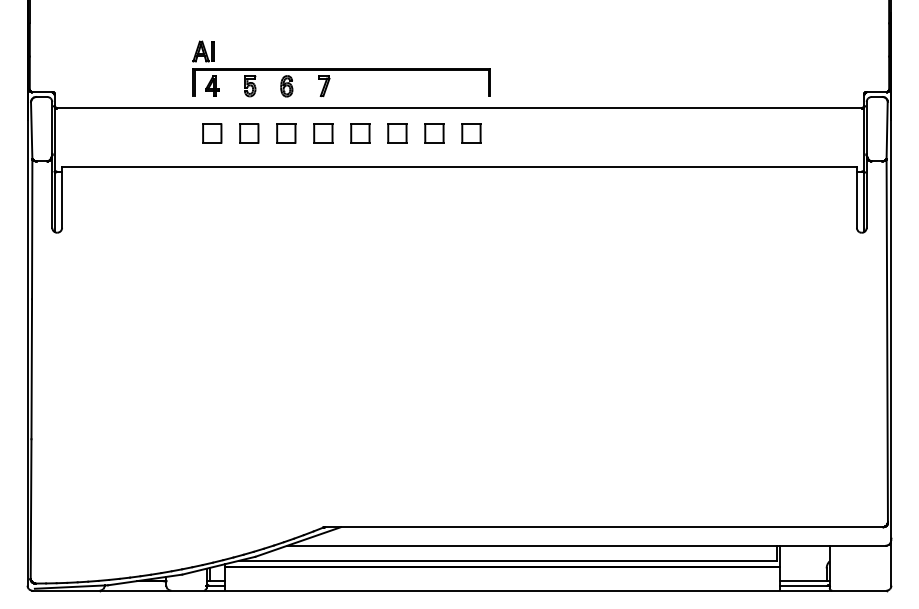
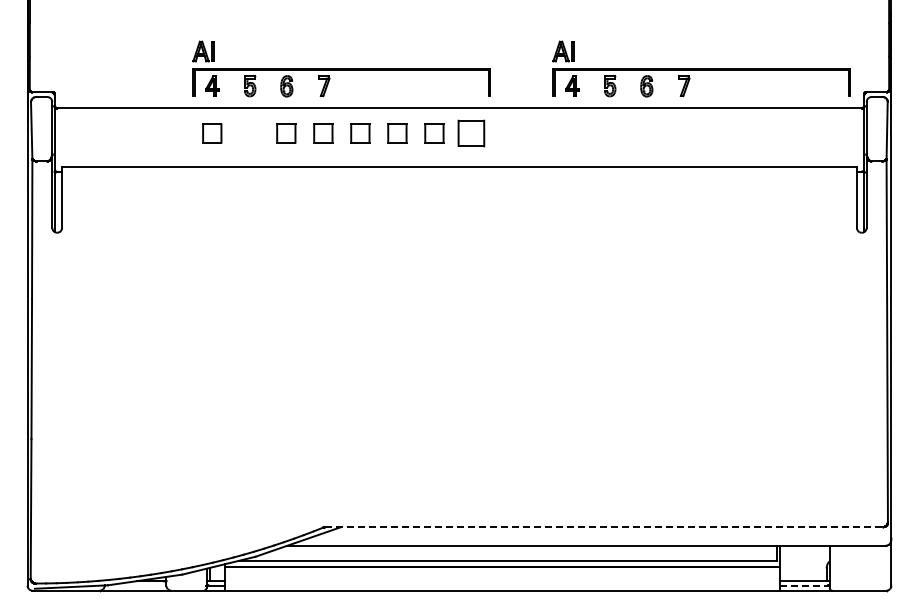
part at (701, 68): none -> present
part at (249, 133): present -> none
part at (471, 133) size: 21x21 px -> 29x29 px
line at (604, 527): solid -> dashed
line at (803, 585): solid -> dashed
